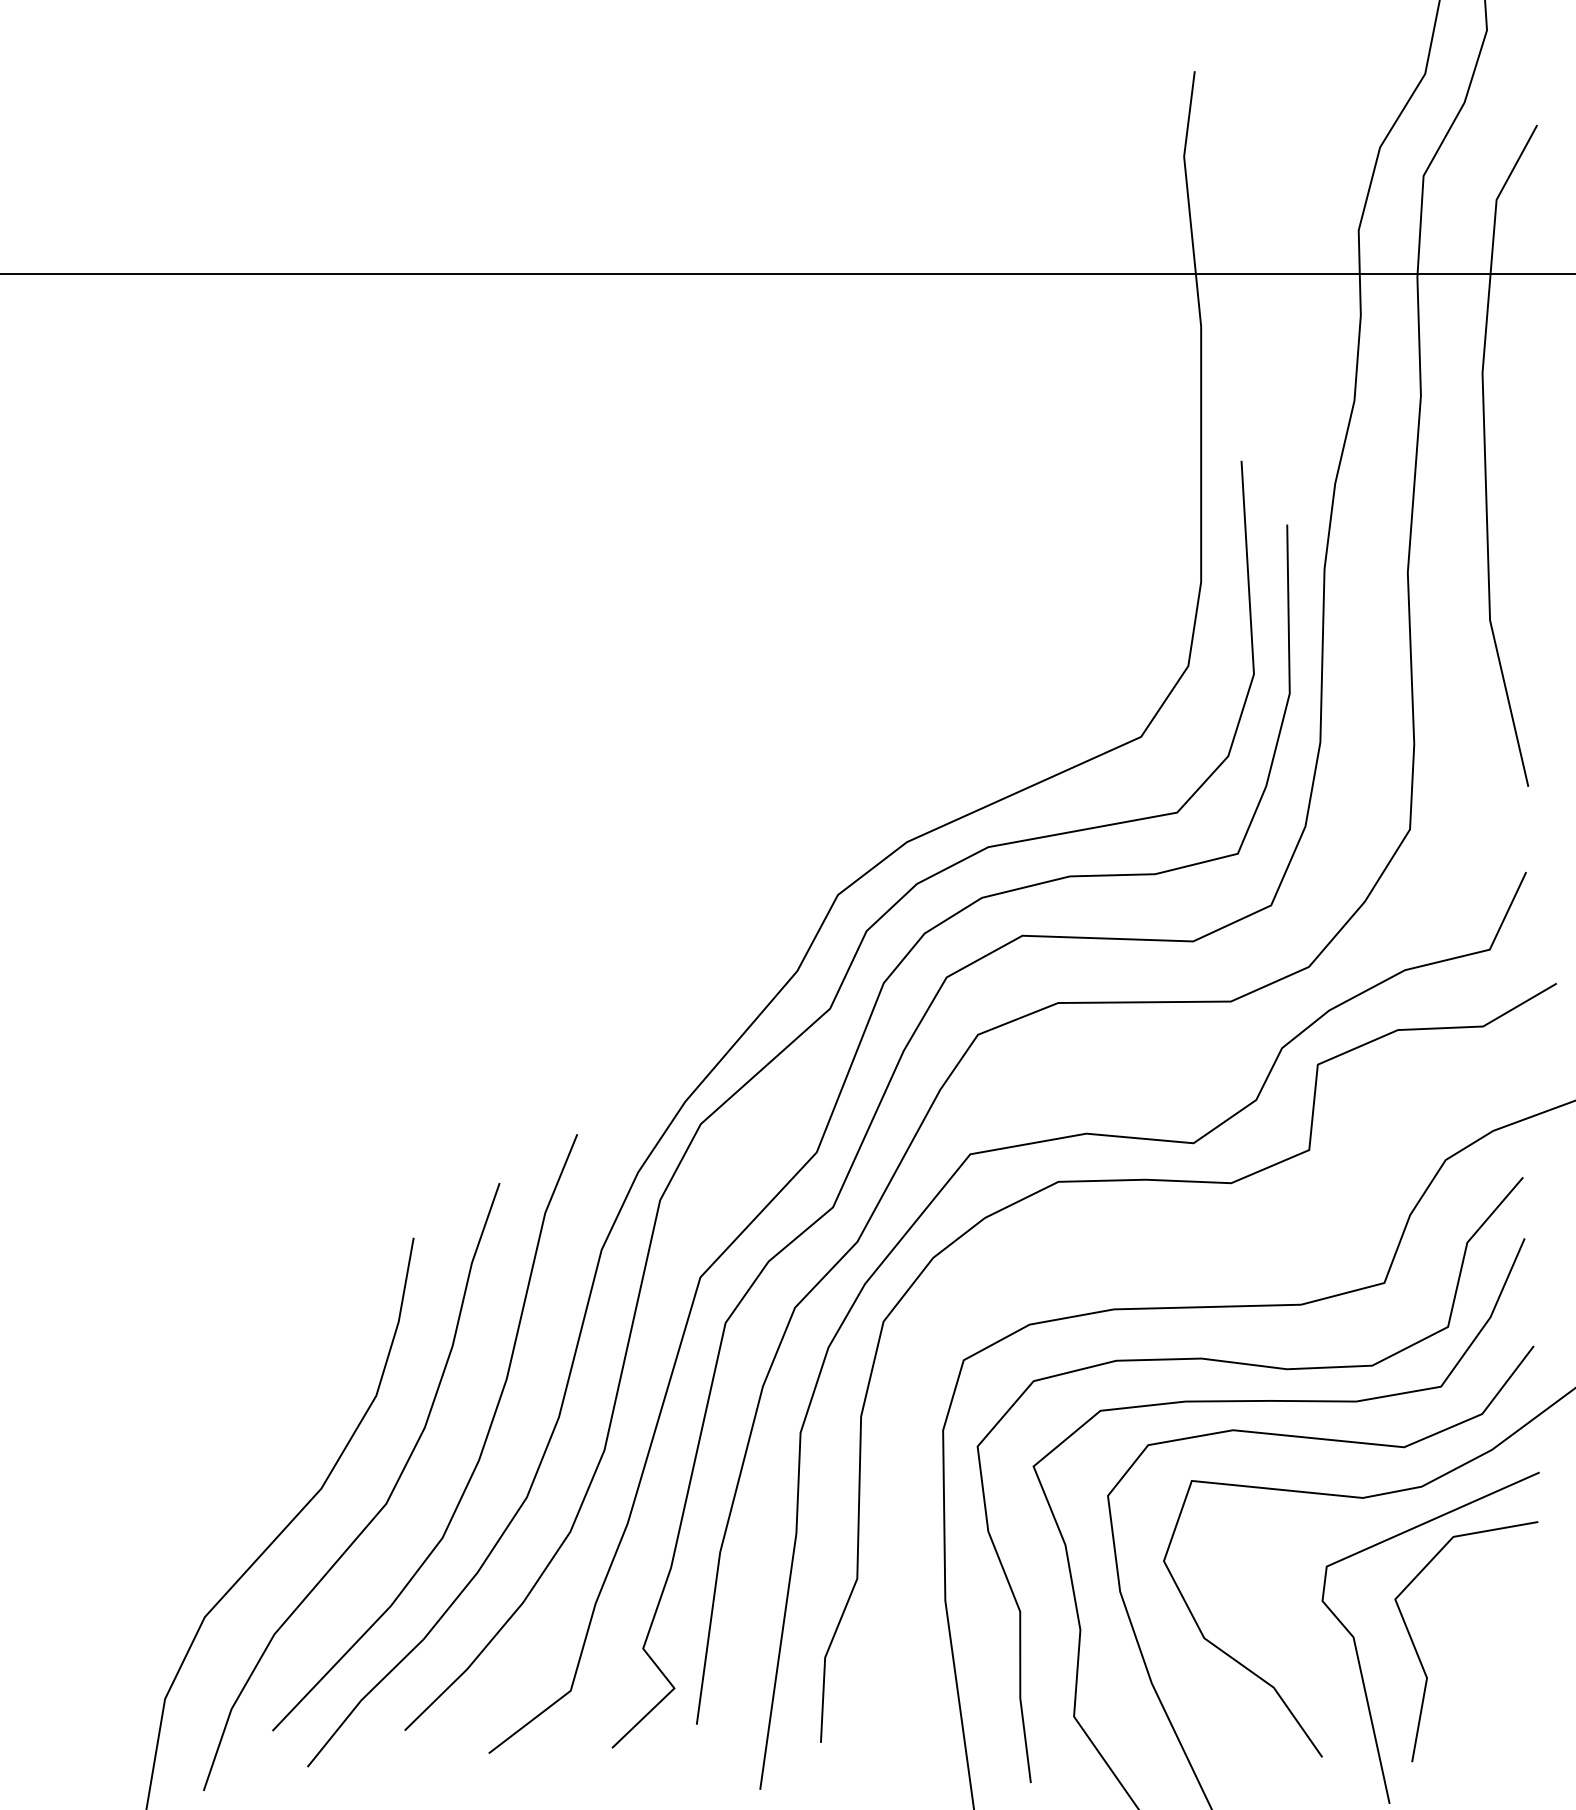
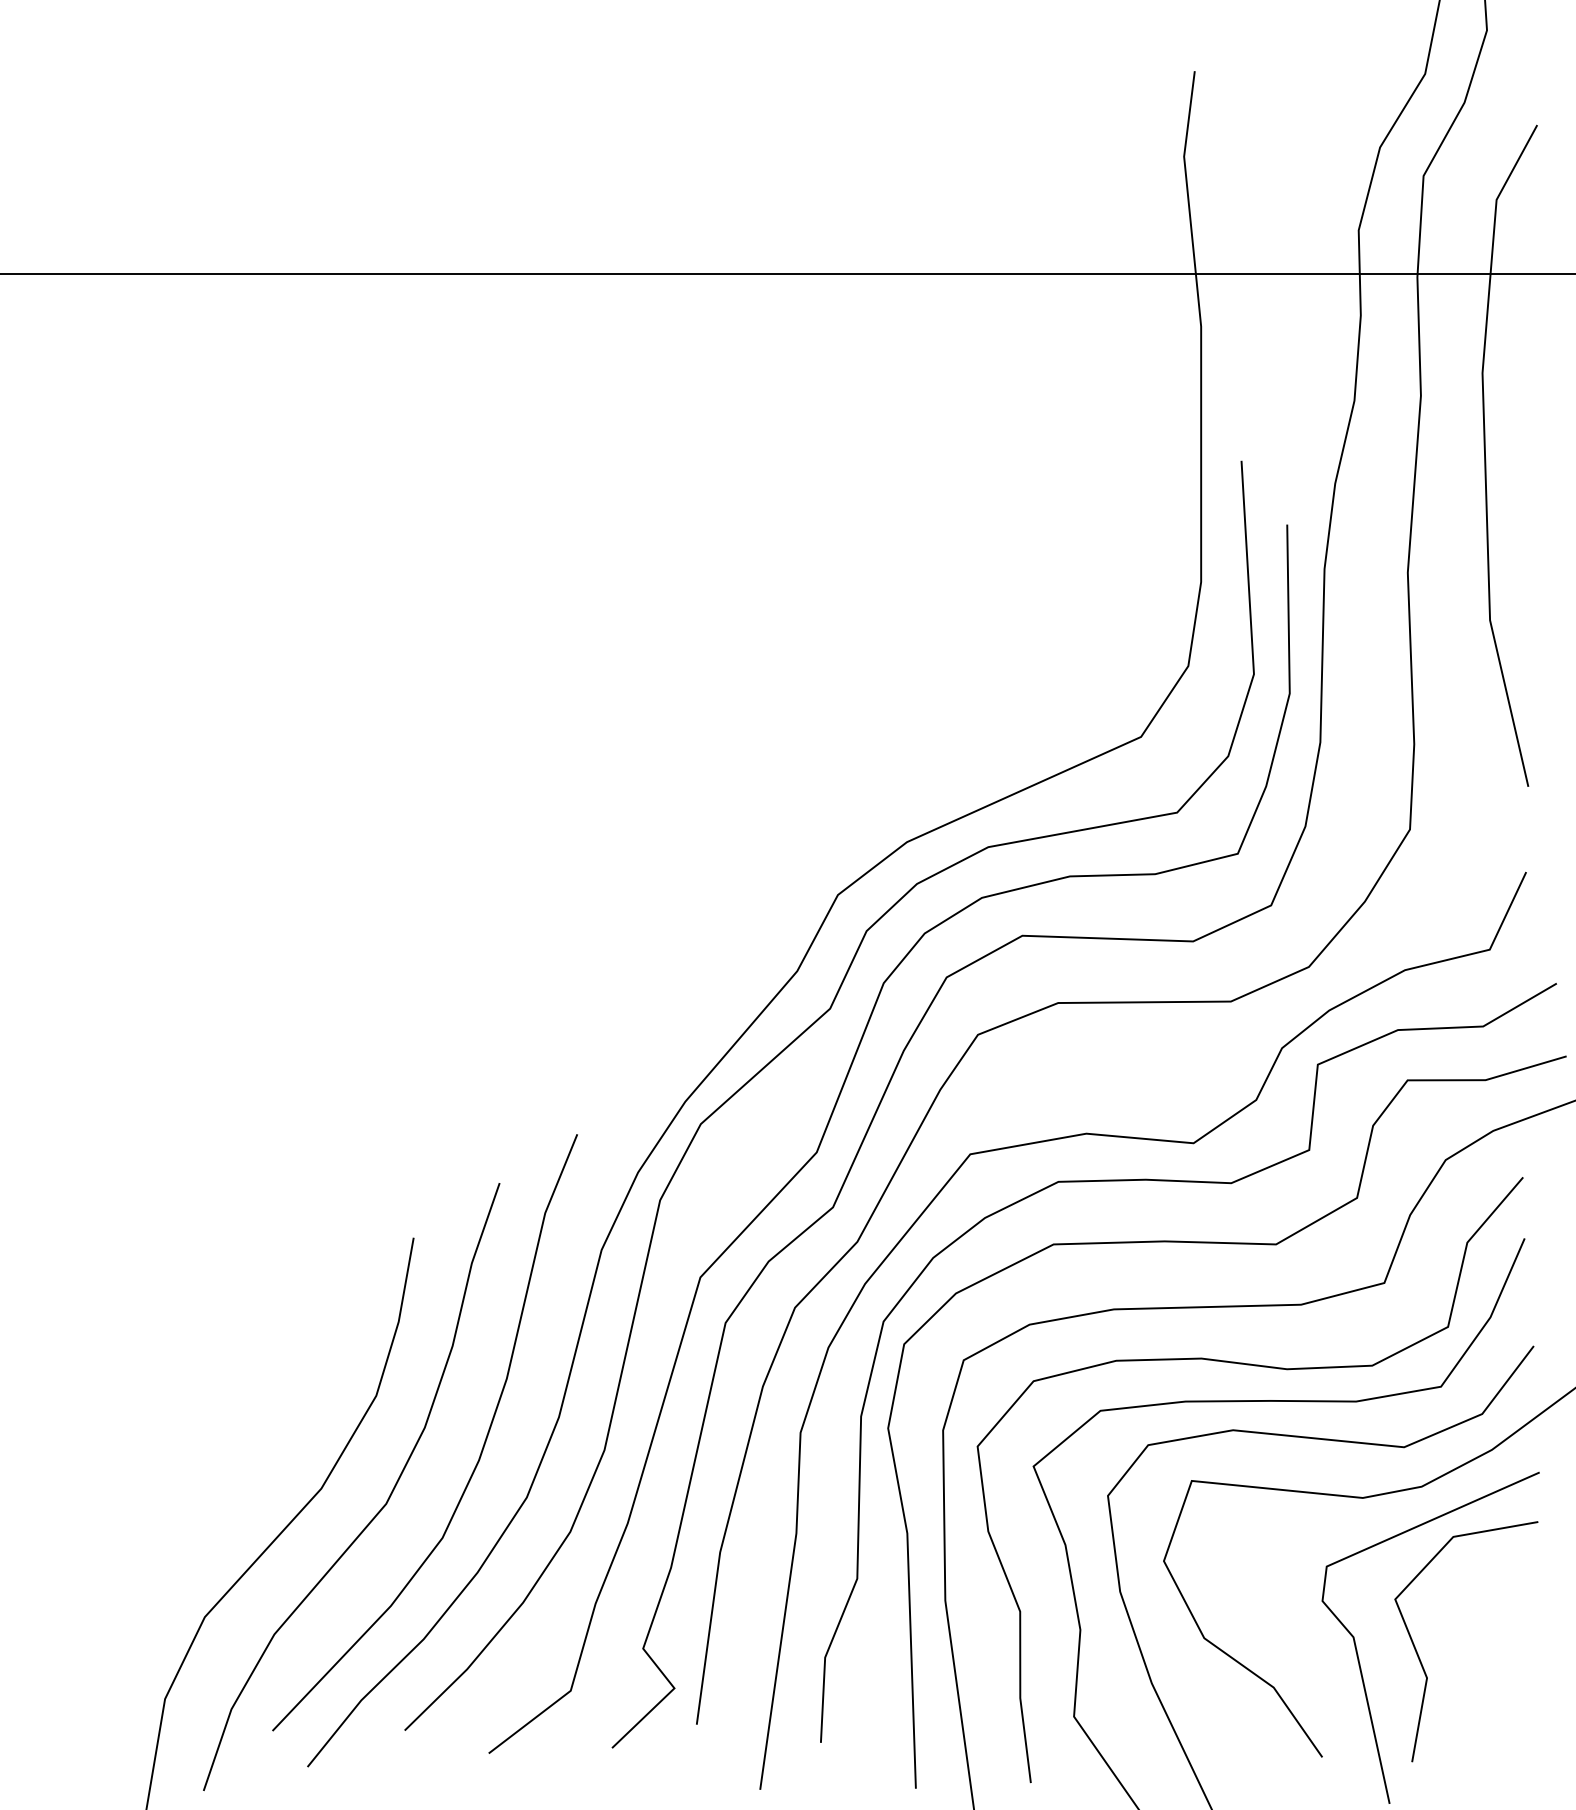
curve at (1230, 1244): none -> present
